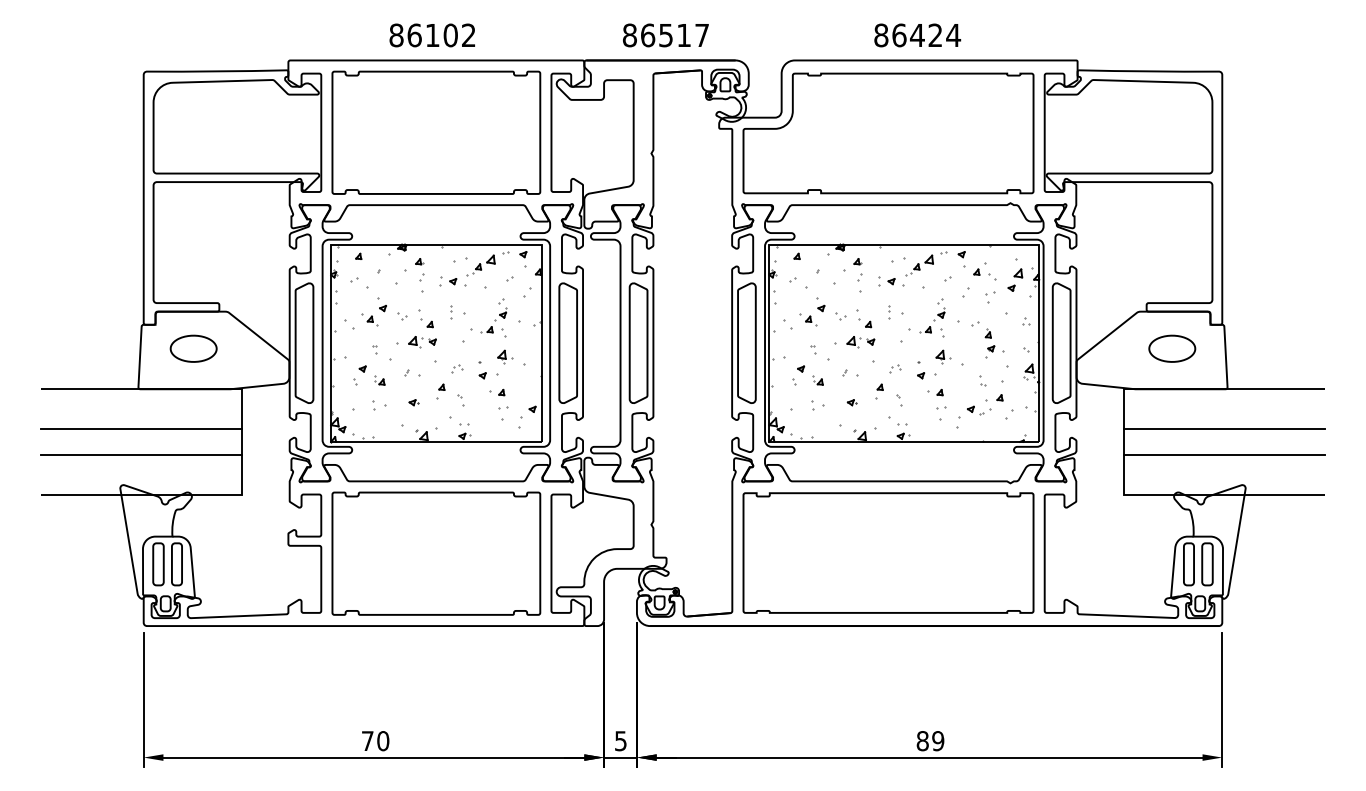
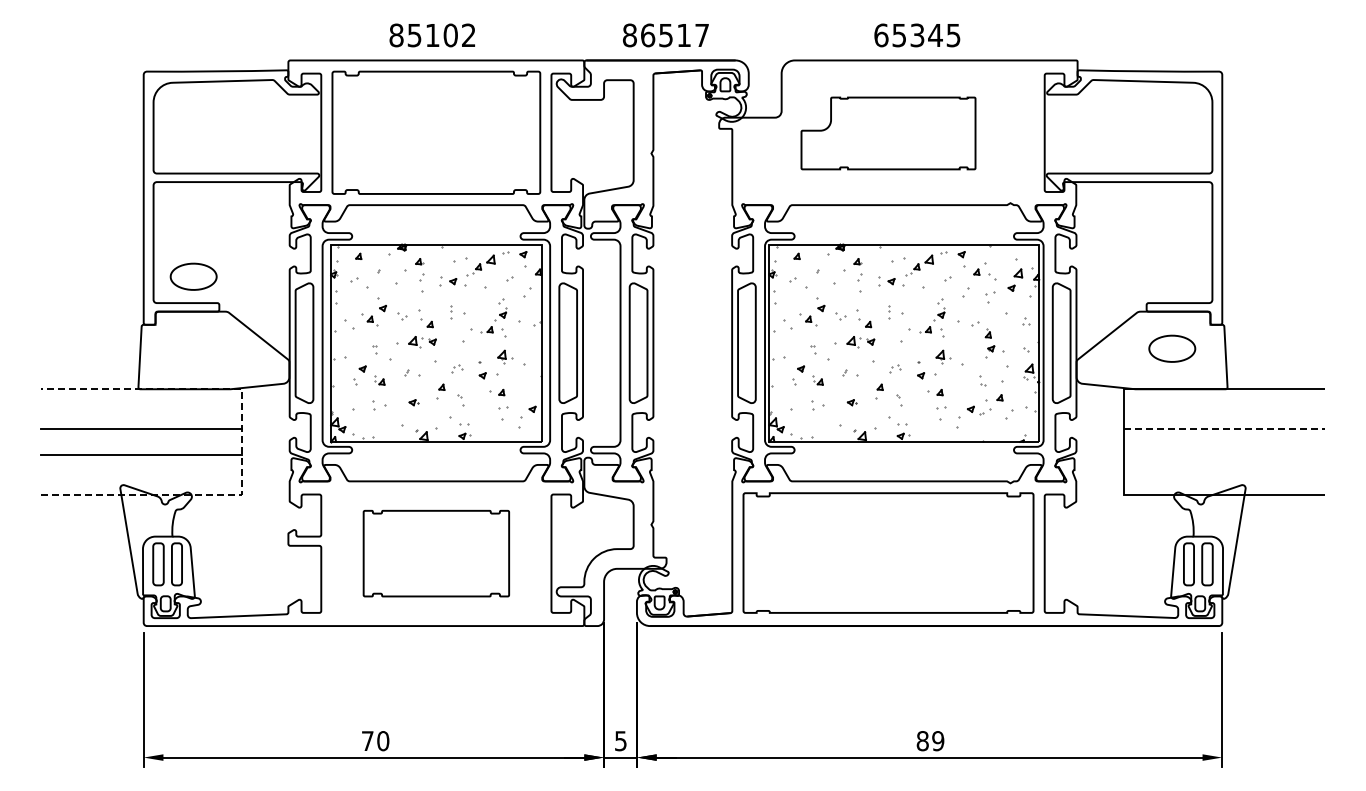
text at (414, 35): 86102 -> 85102
text at (917, 35): 86424 -> 65345
part at (888, 133) size: 293x123 px -> 177x75 px
part at (193, 348) position: (193, 348) -> (193, 276)
line at (1224, 428): solid -> dashed
line at (242, 441): solid -> dashed
line at (1224, 455): present -> none
part at (436, 553) size: 211x125 px -> 148x89 px
